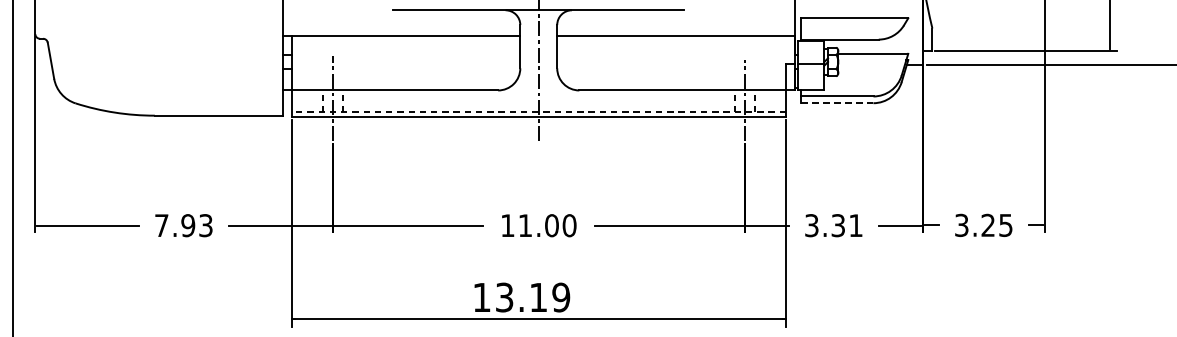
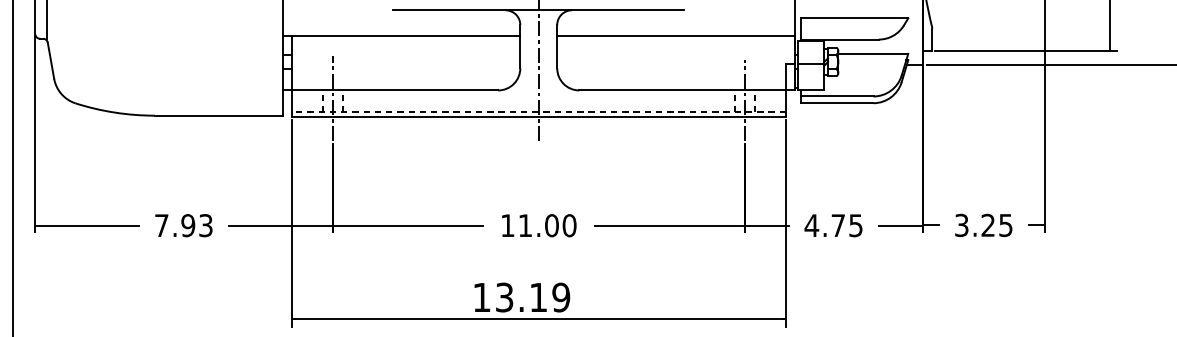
line at (47, 20): none -> present
line at (837, 103): dashed -> solid
text at (833, 225): 3.31 -> 4.75
